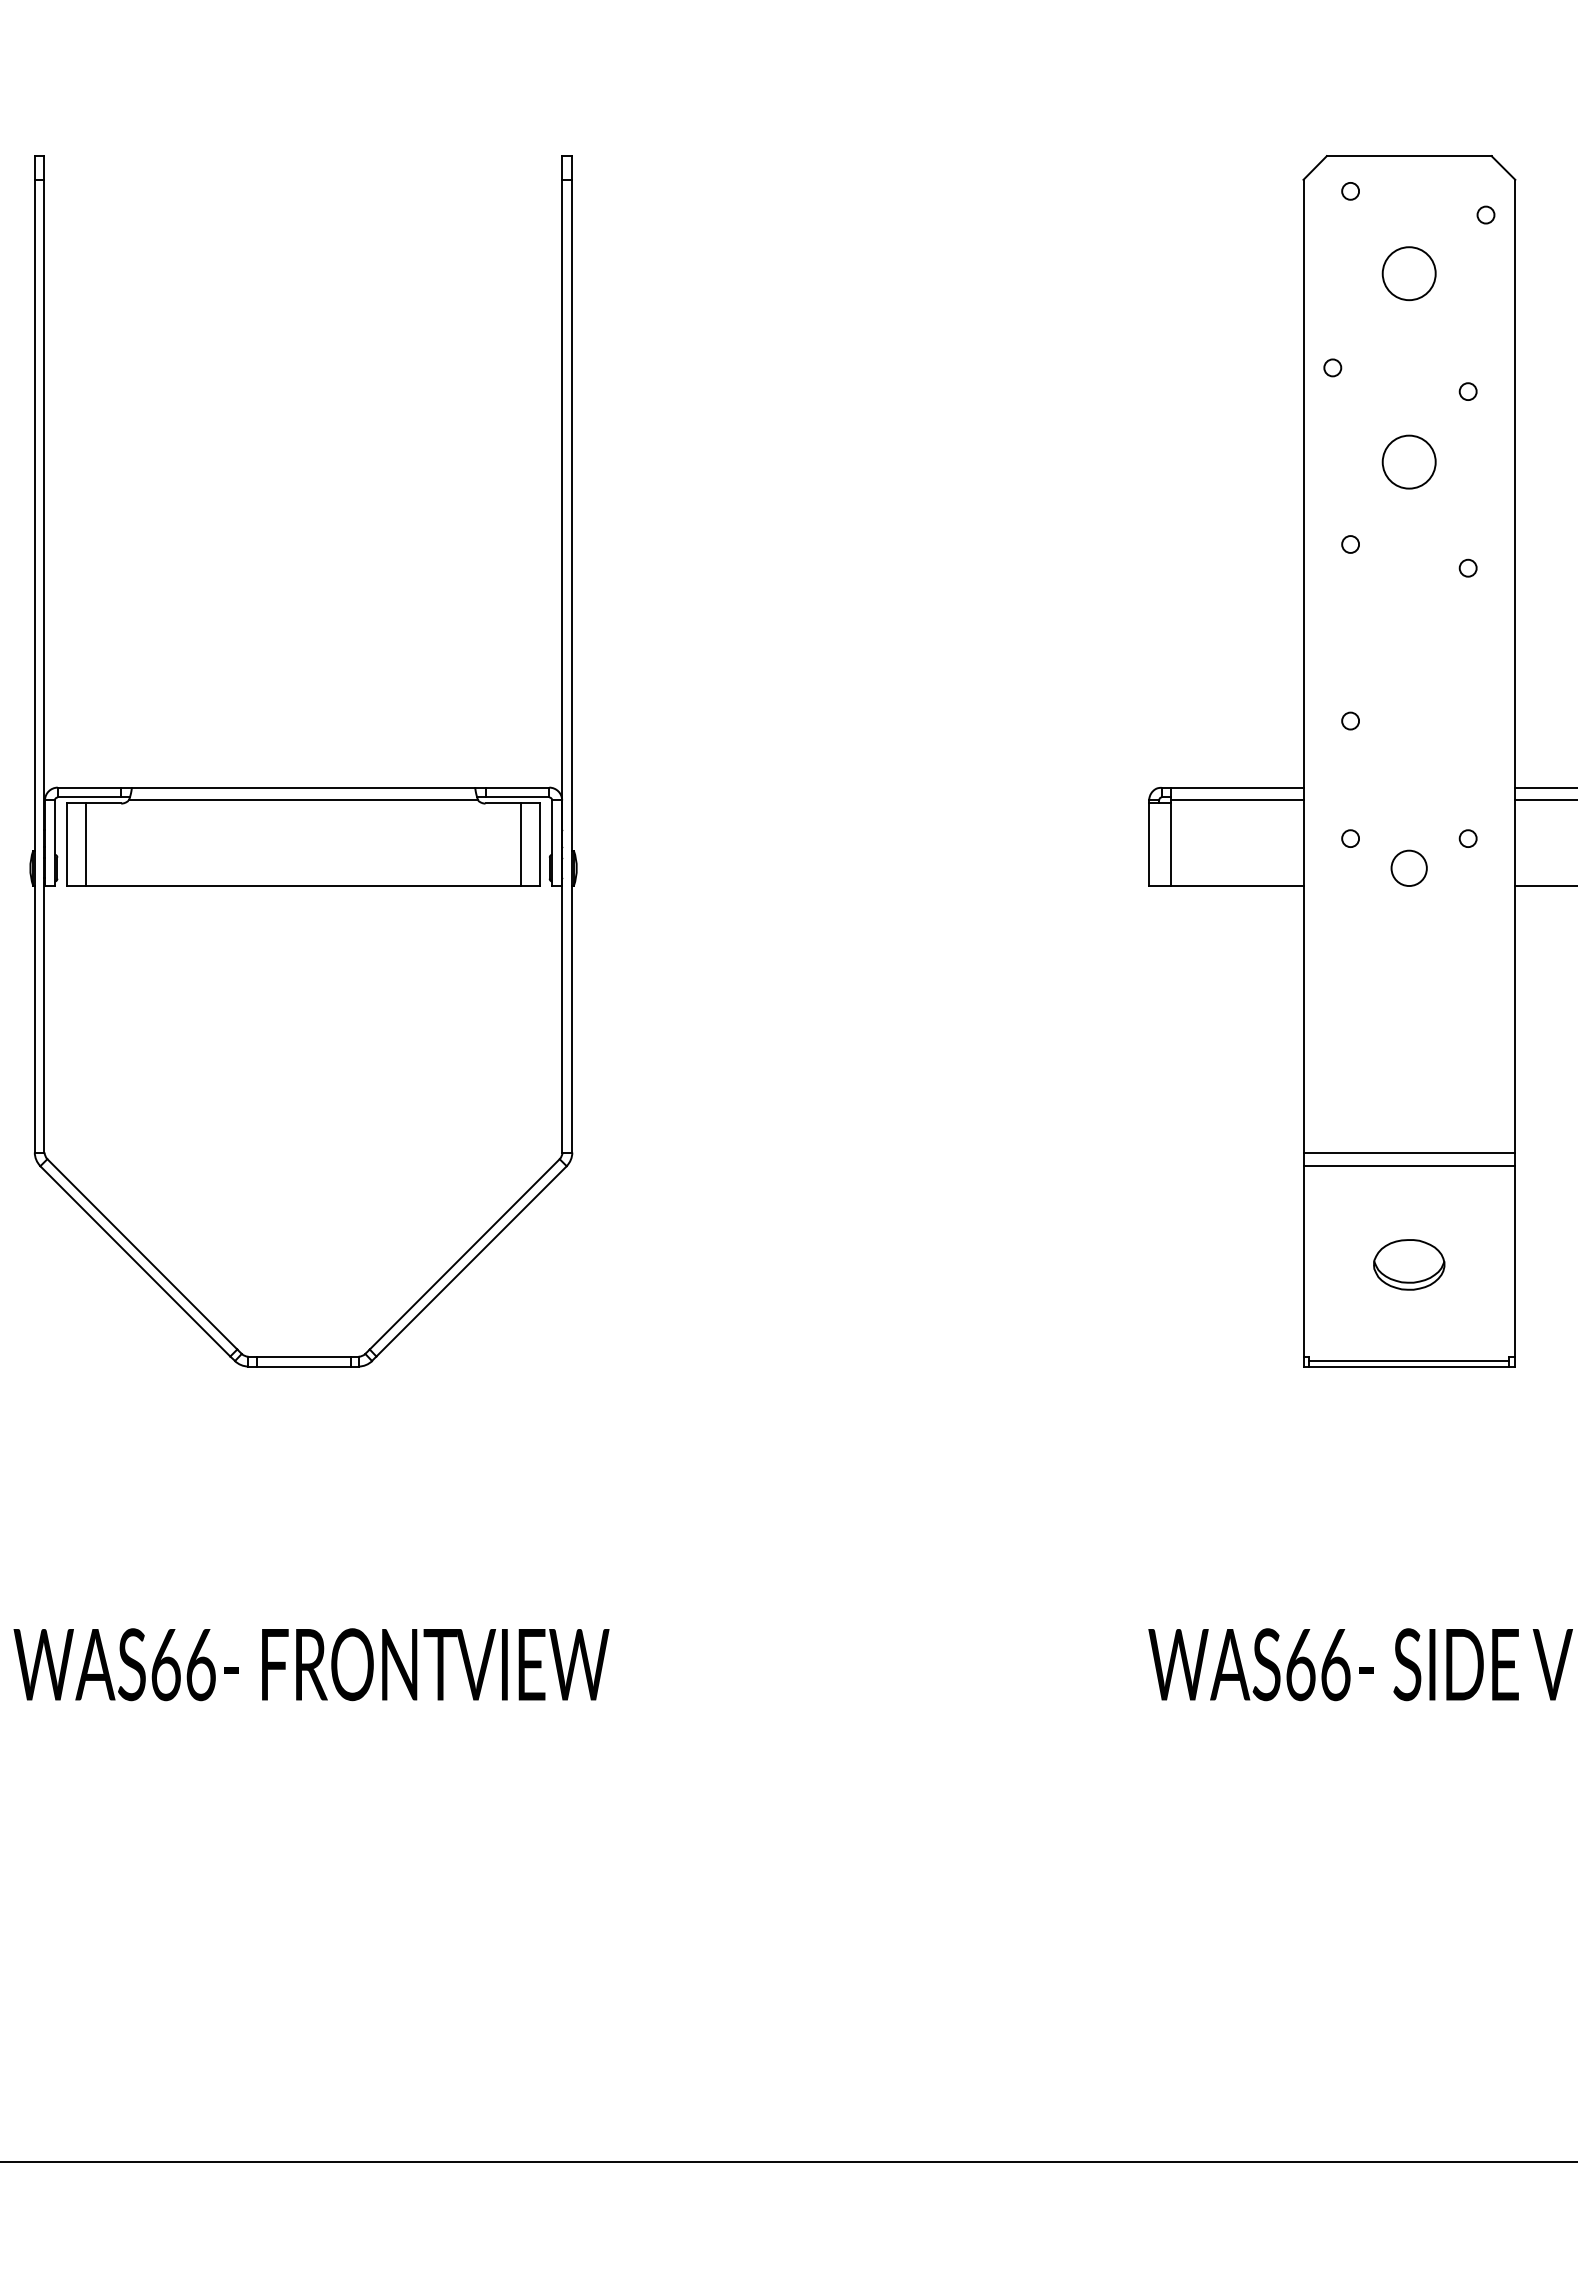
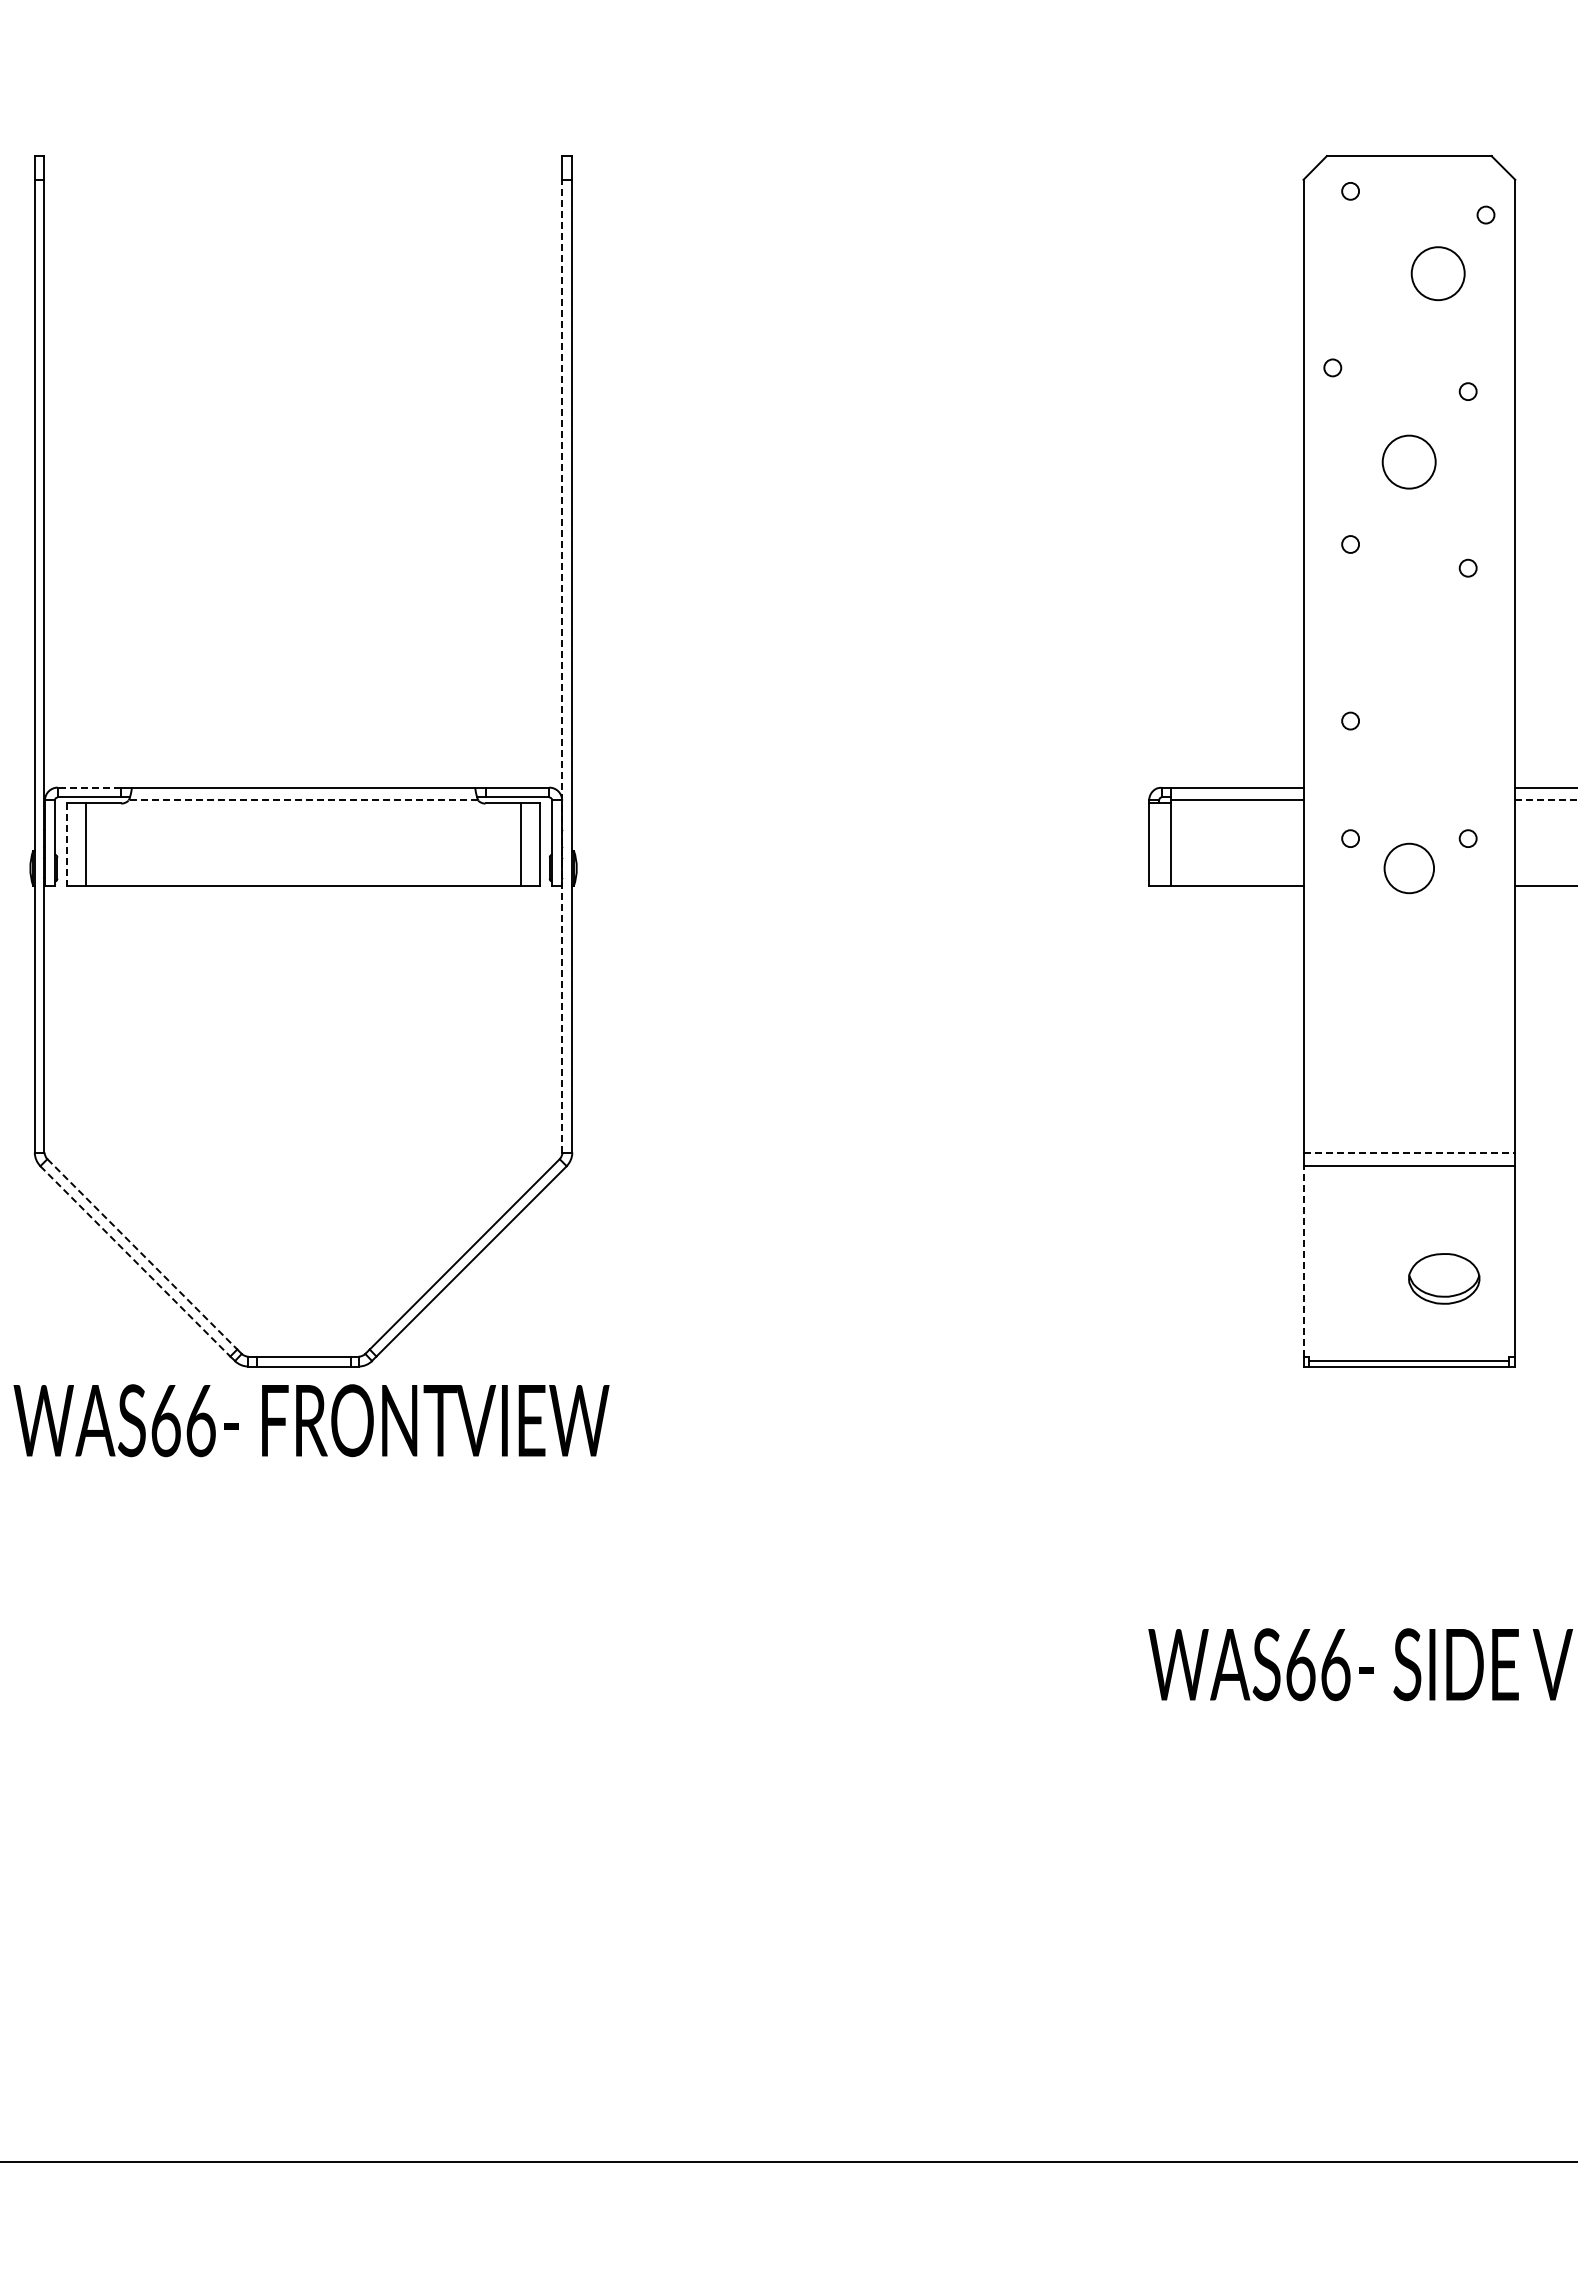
circle at (1408, 273) position: (1408, 273) -> (1437, 273)
line at (562, 665): solid -> dashed
line at (89, 787): solid -> dashed
line at (303, 800): solid -> dashed
line at (1546, 800): solid -> dashed
line at (66, 845): solid -> dashed
circle at (1408, 867) size: 38x38 px -> 52x53 px
line at (1409, 1152): solid -> dashed
line at (142, 1254): solid -> dashed
line at (1303, 1260): solid -> dashed
line at (135, 1261): solid -> dashed
part at (1409, 1264) position: (1409, 1264) -> (1444, 1278)
text at (311, 1664) position: (311, 1664) -> (311, 1420)
